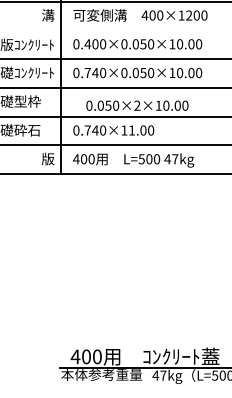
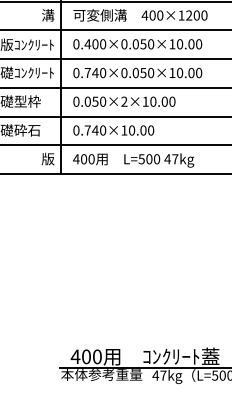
line at (115, 30): none -> present
text at (137, 105) position: (137, 105) -> (124, 101)
text at (132, 130): 0.740×11.00 -> 0.740×10.00
